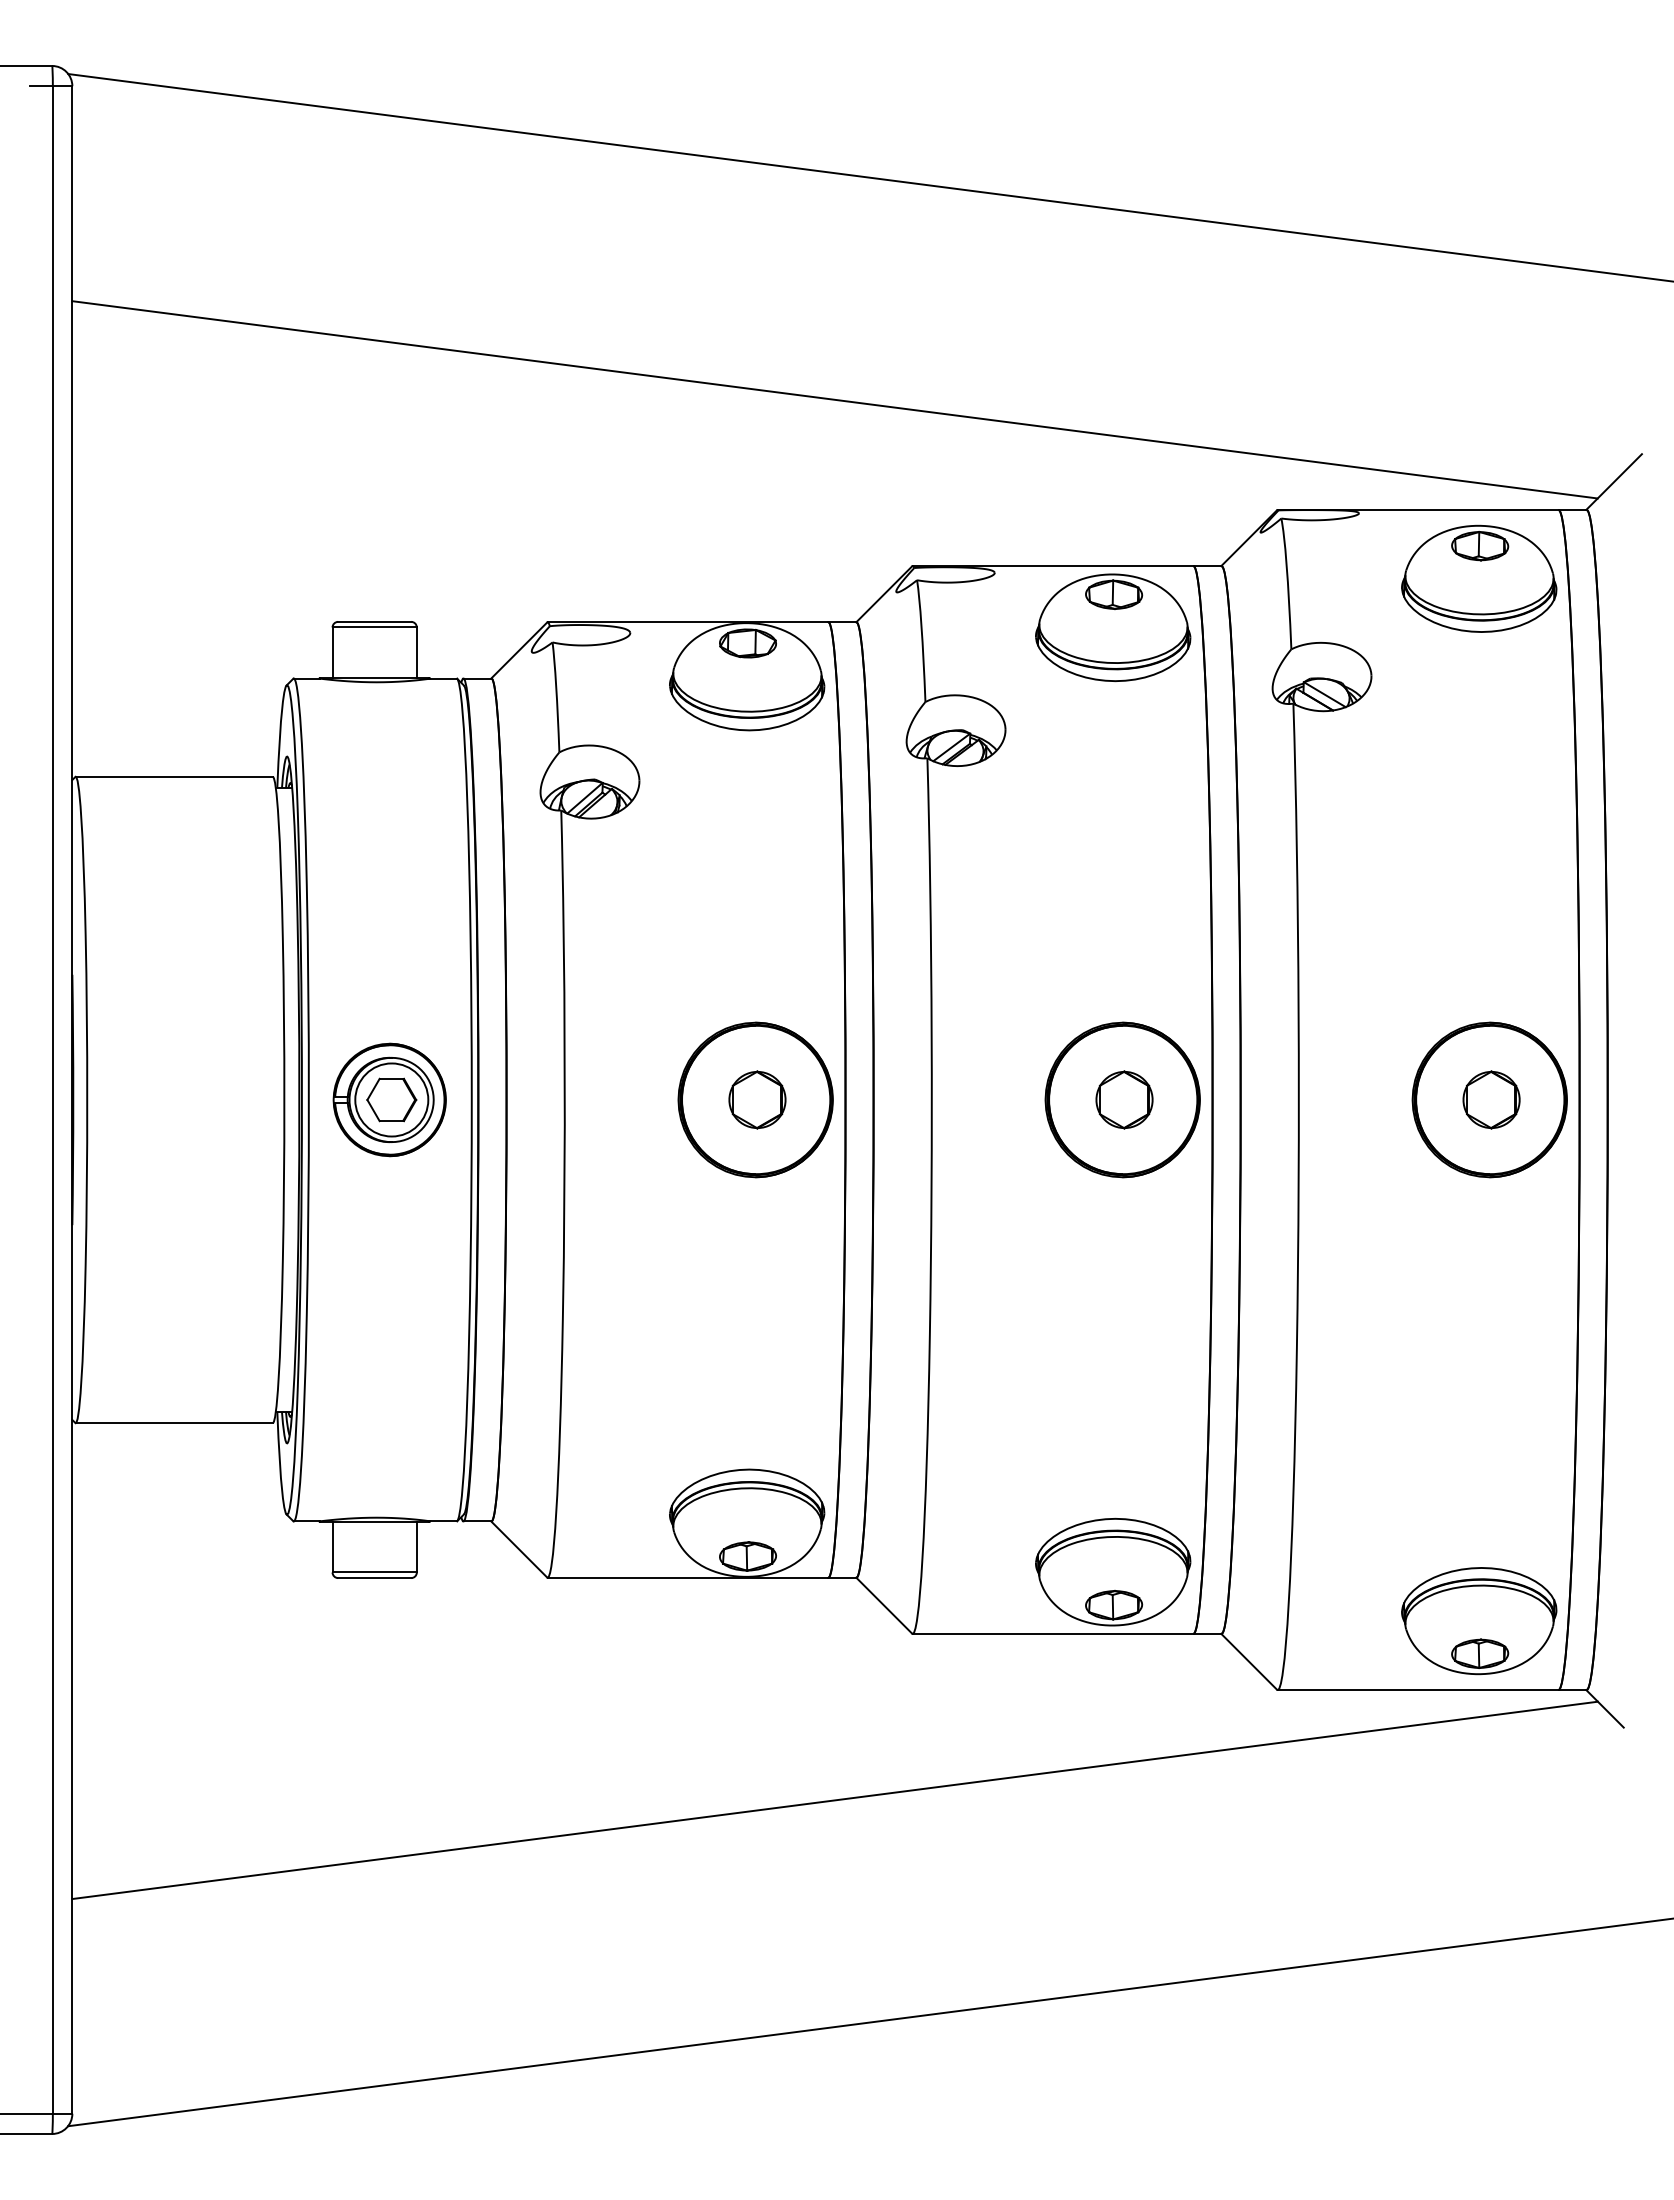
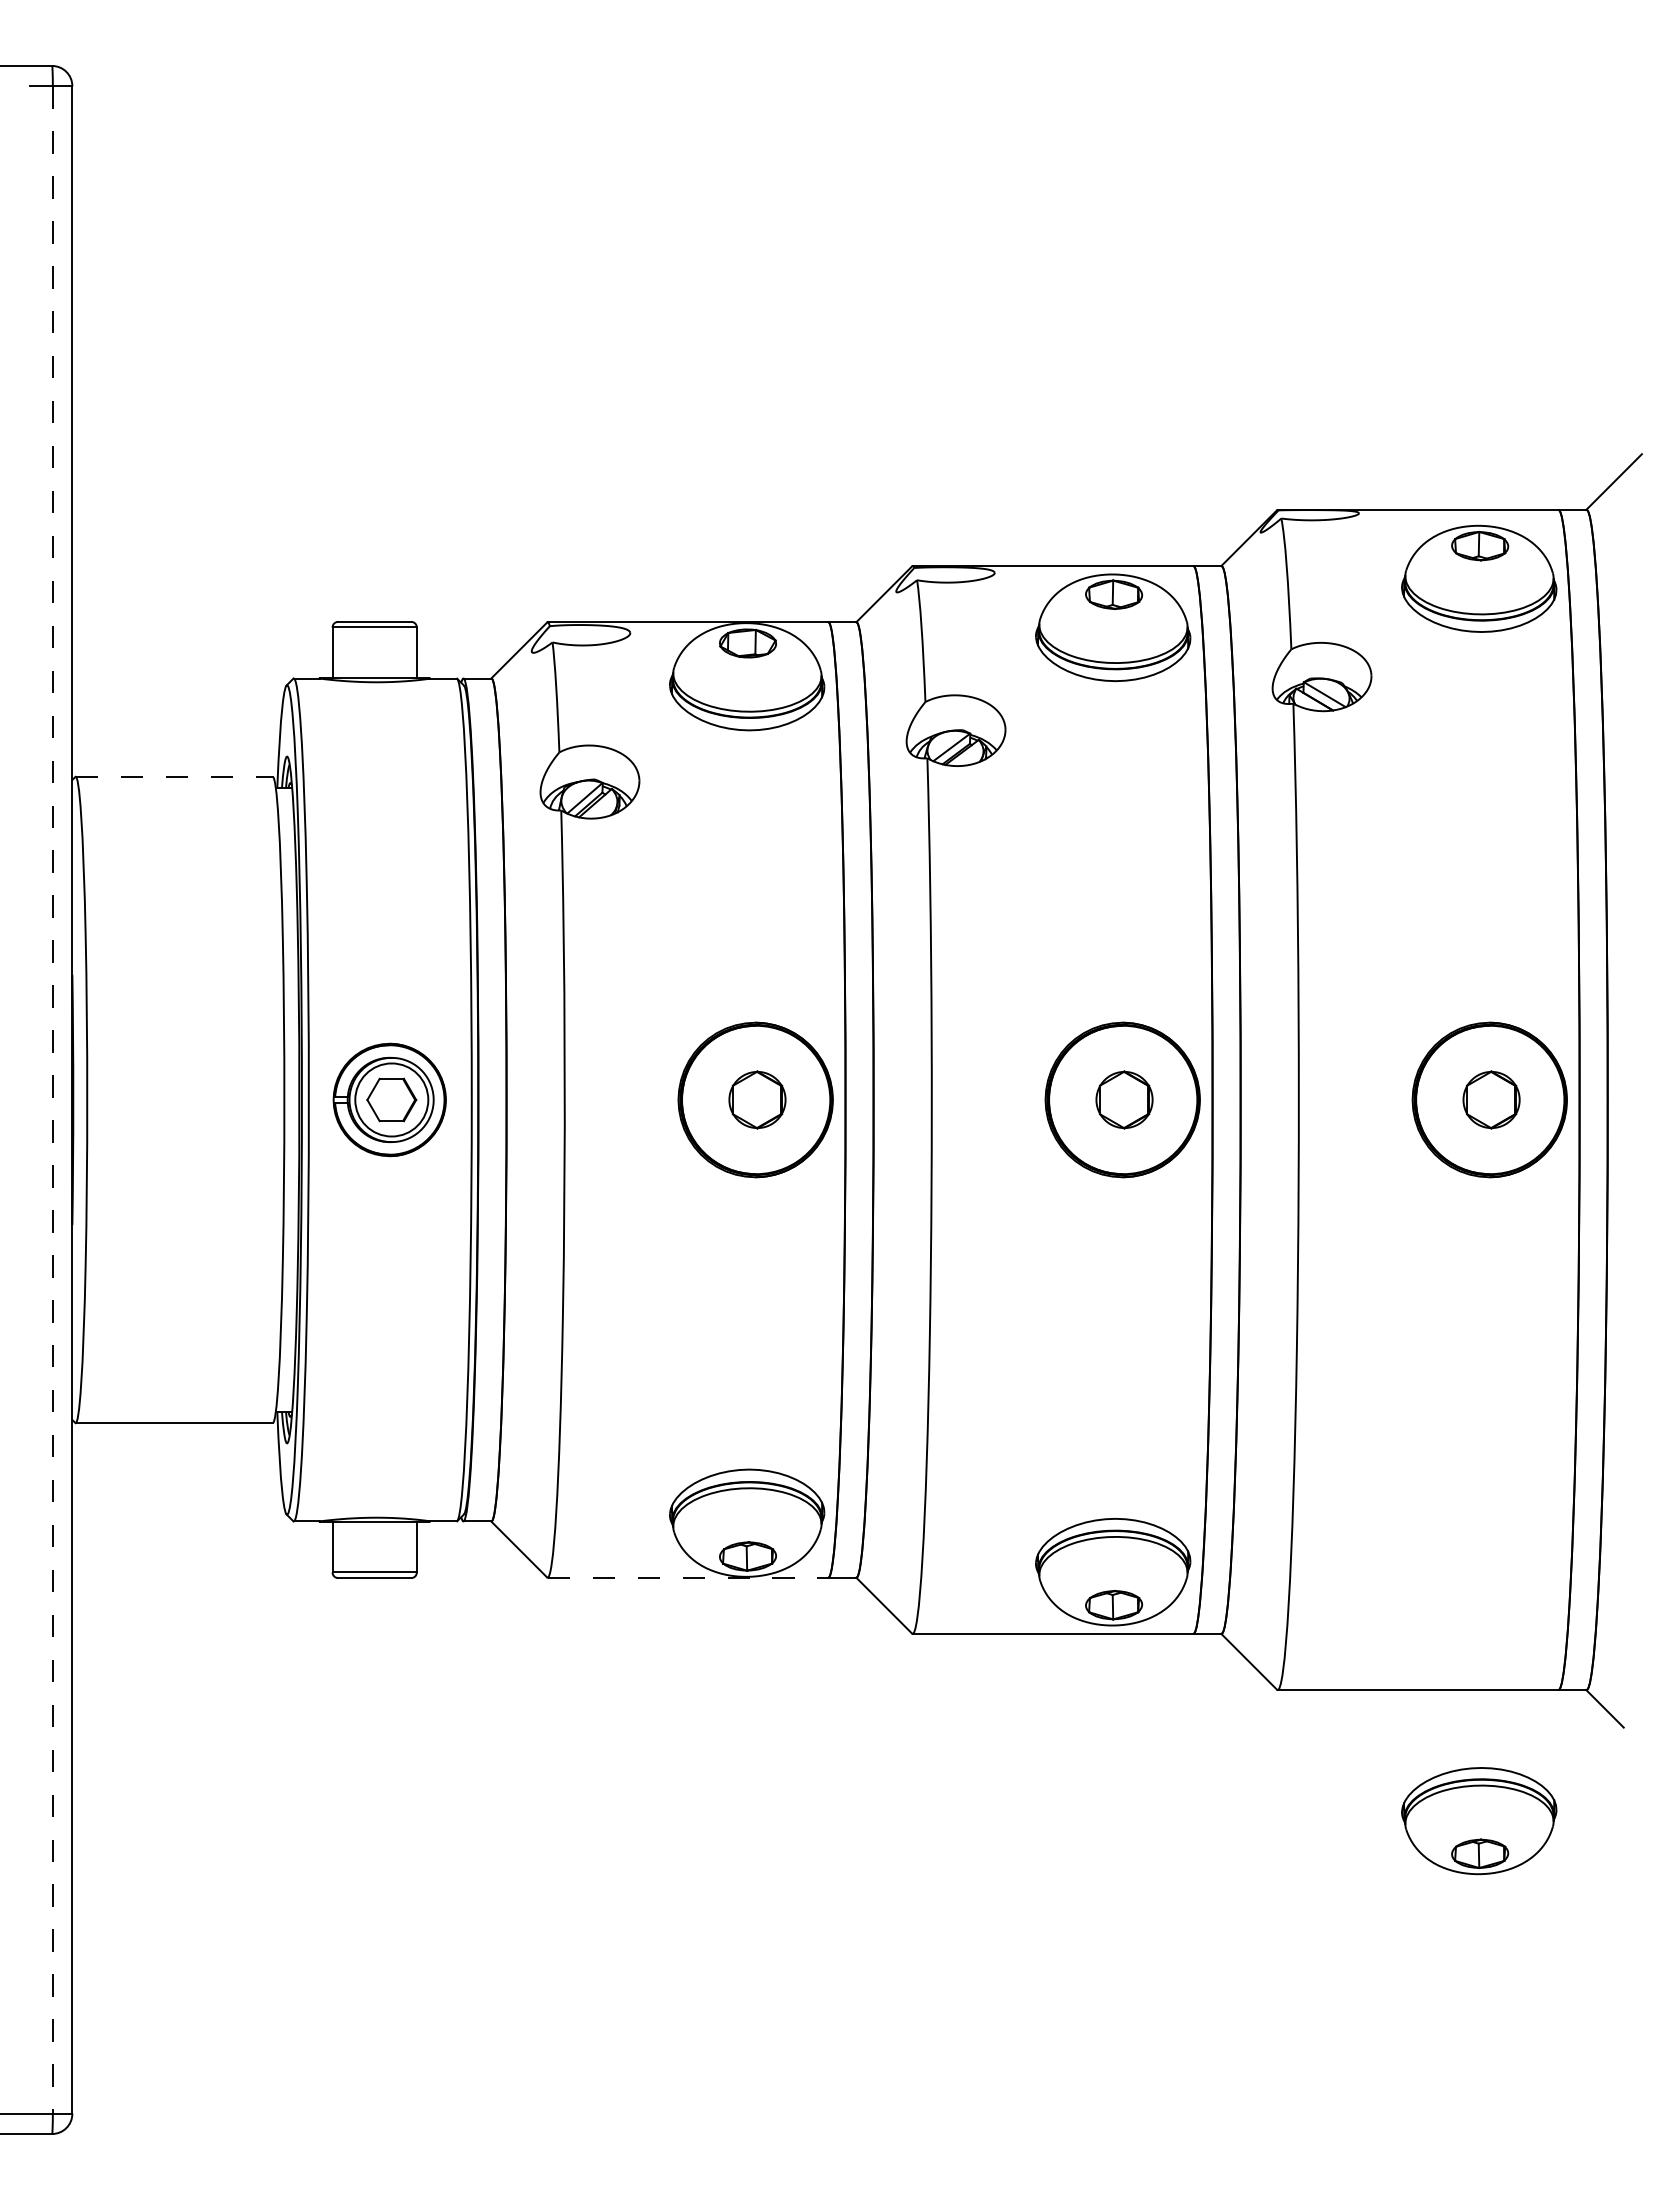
line at (869, 177): present -> none
line at (834, 399): present -> none
line at (174, 776): solid -> dashed
line at (52, 1099): solid -> dashed
line at (688, 1577): solid -> dashed
part at (1479, 1621) position: (1479, 1621) -> (1479, 1821)
line at (834, 1800): present -> none
line at (869, 2022): present -> none
